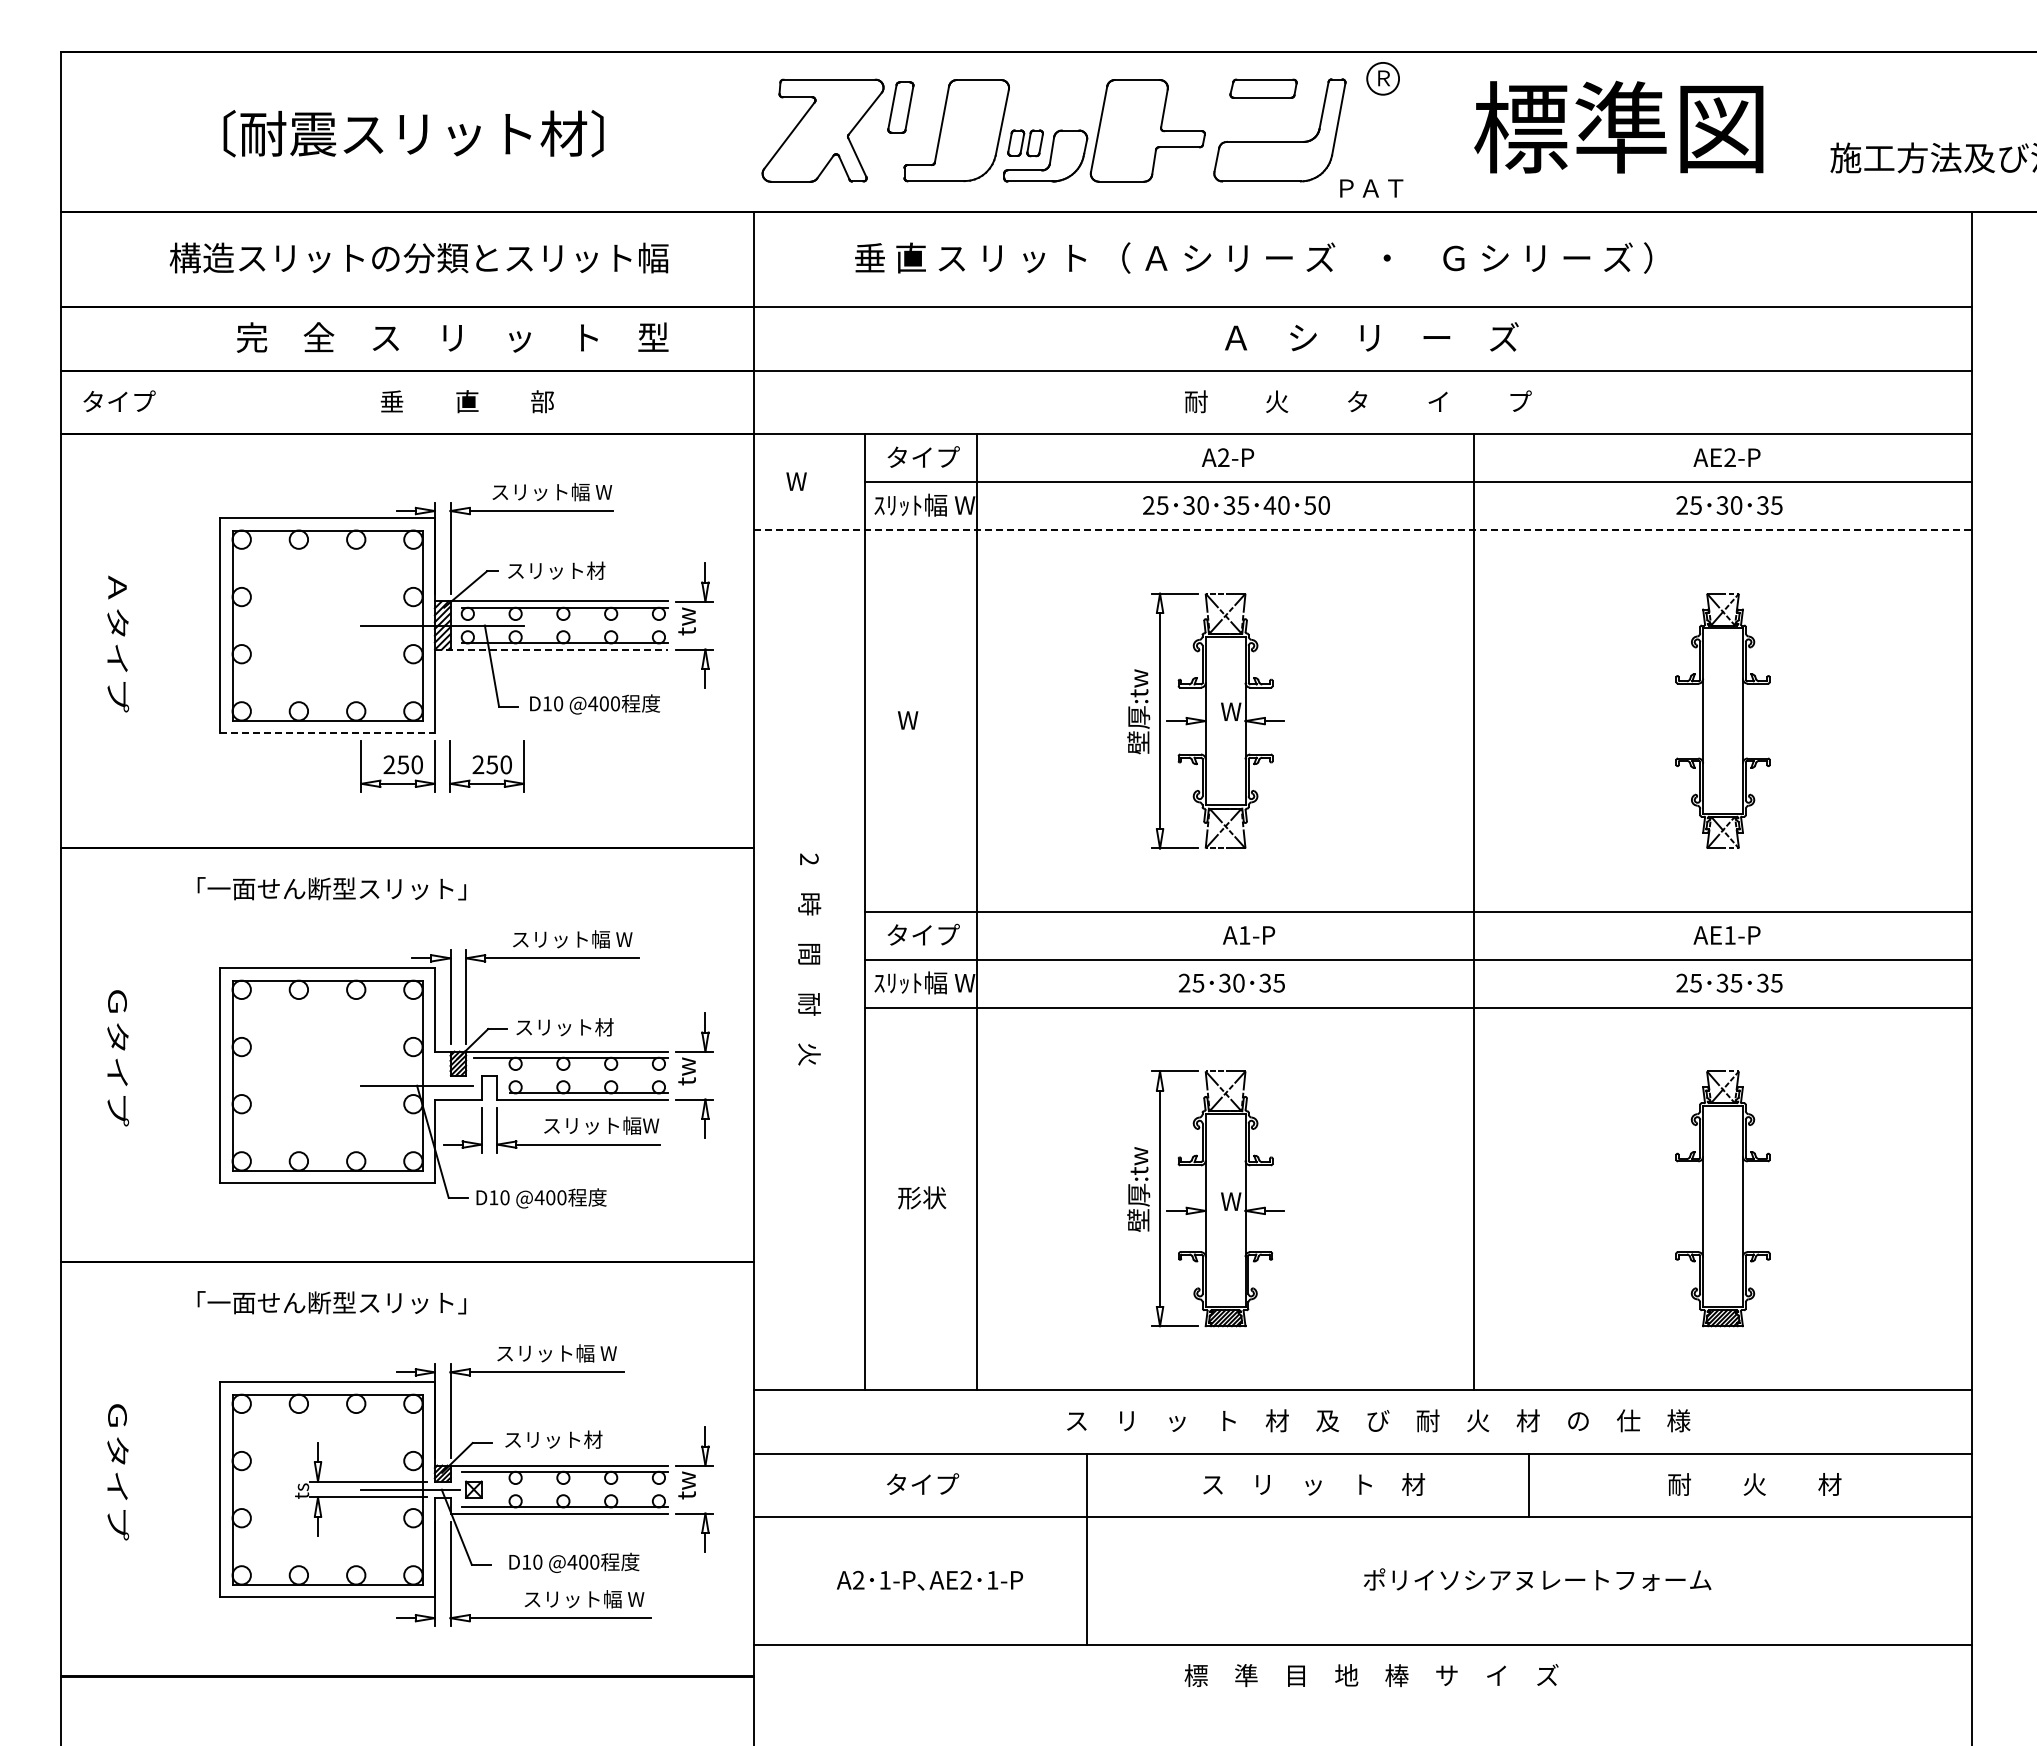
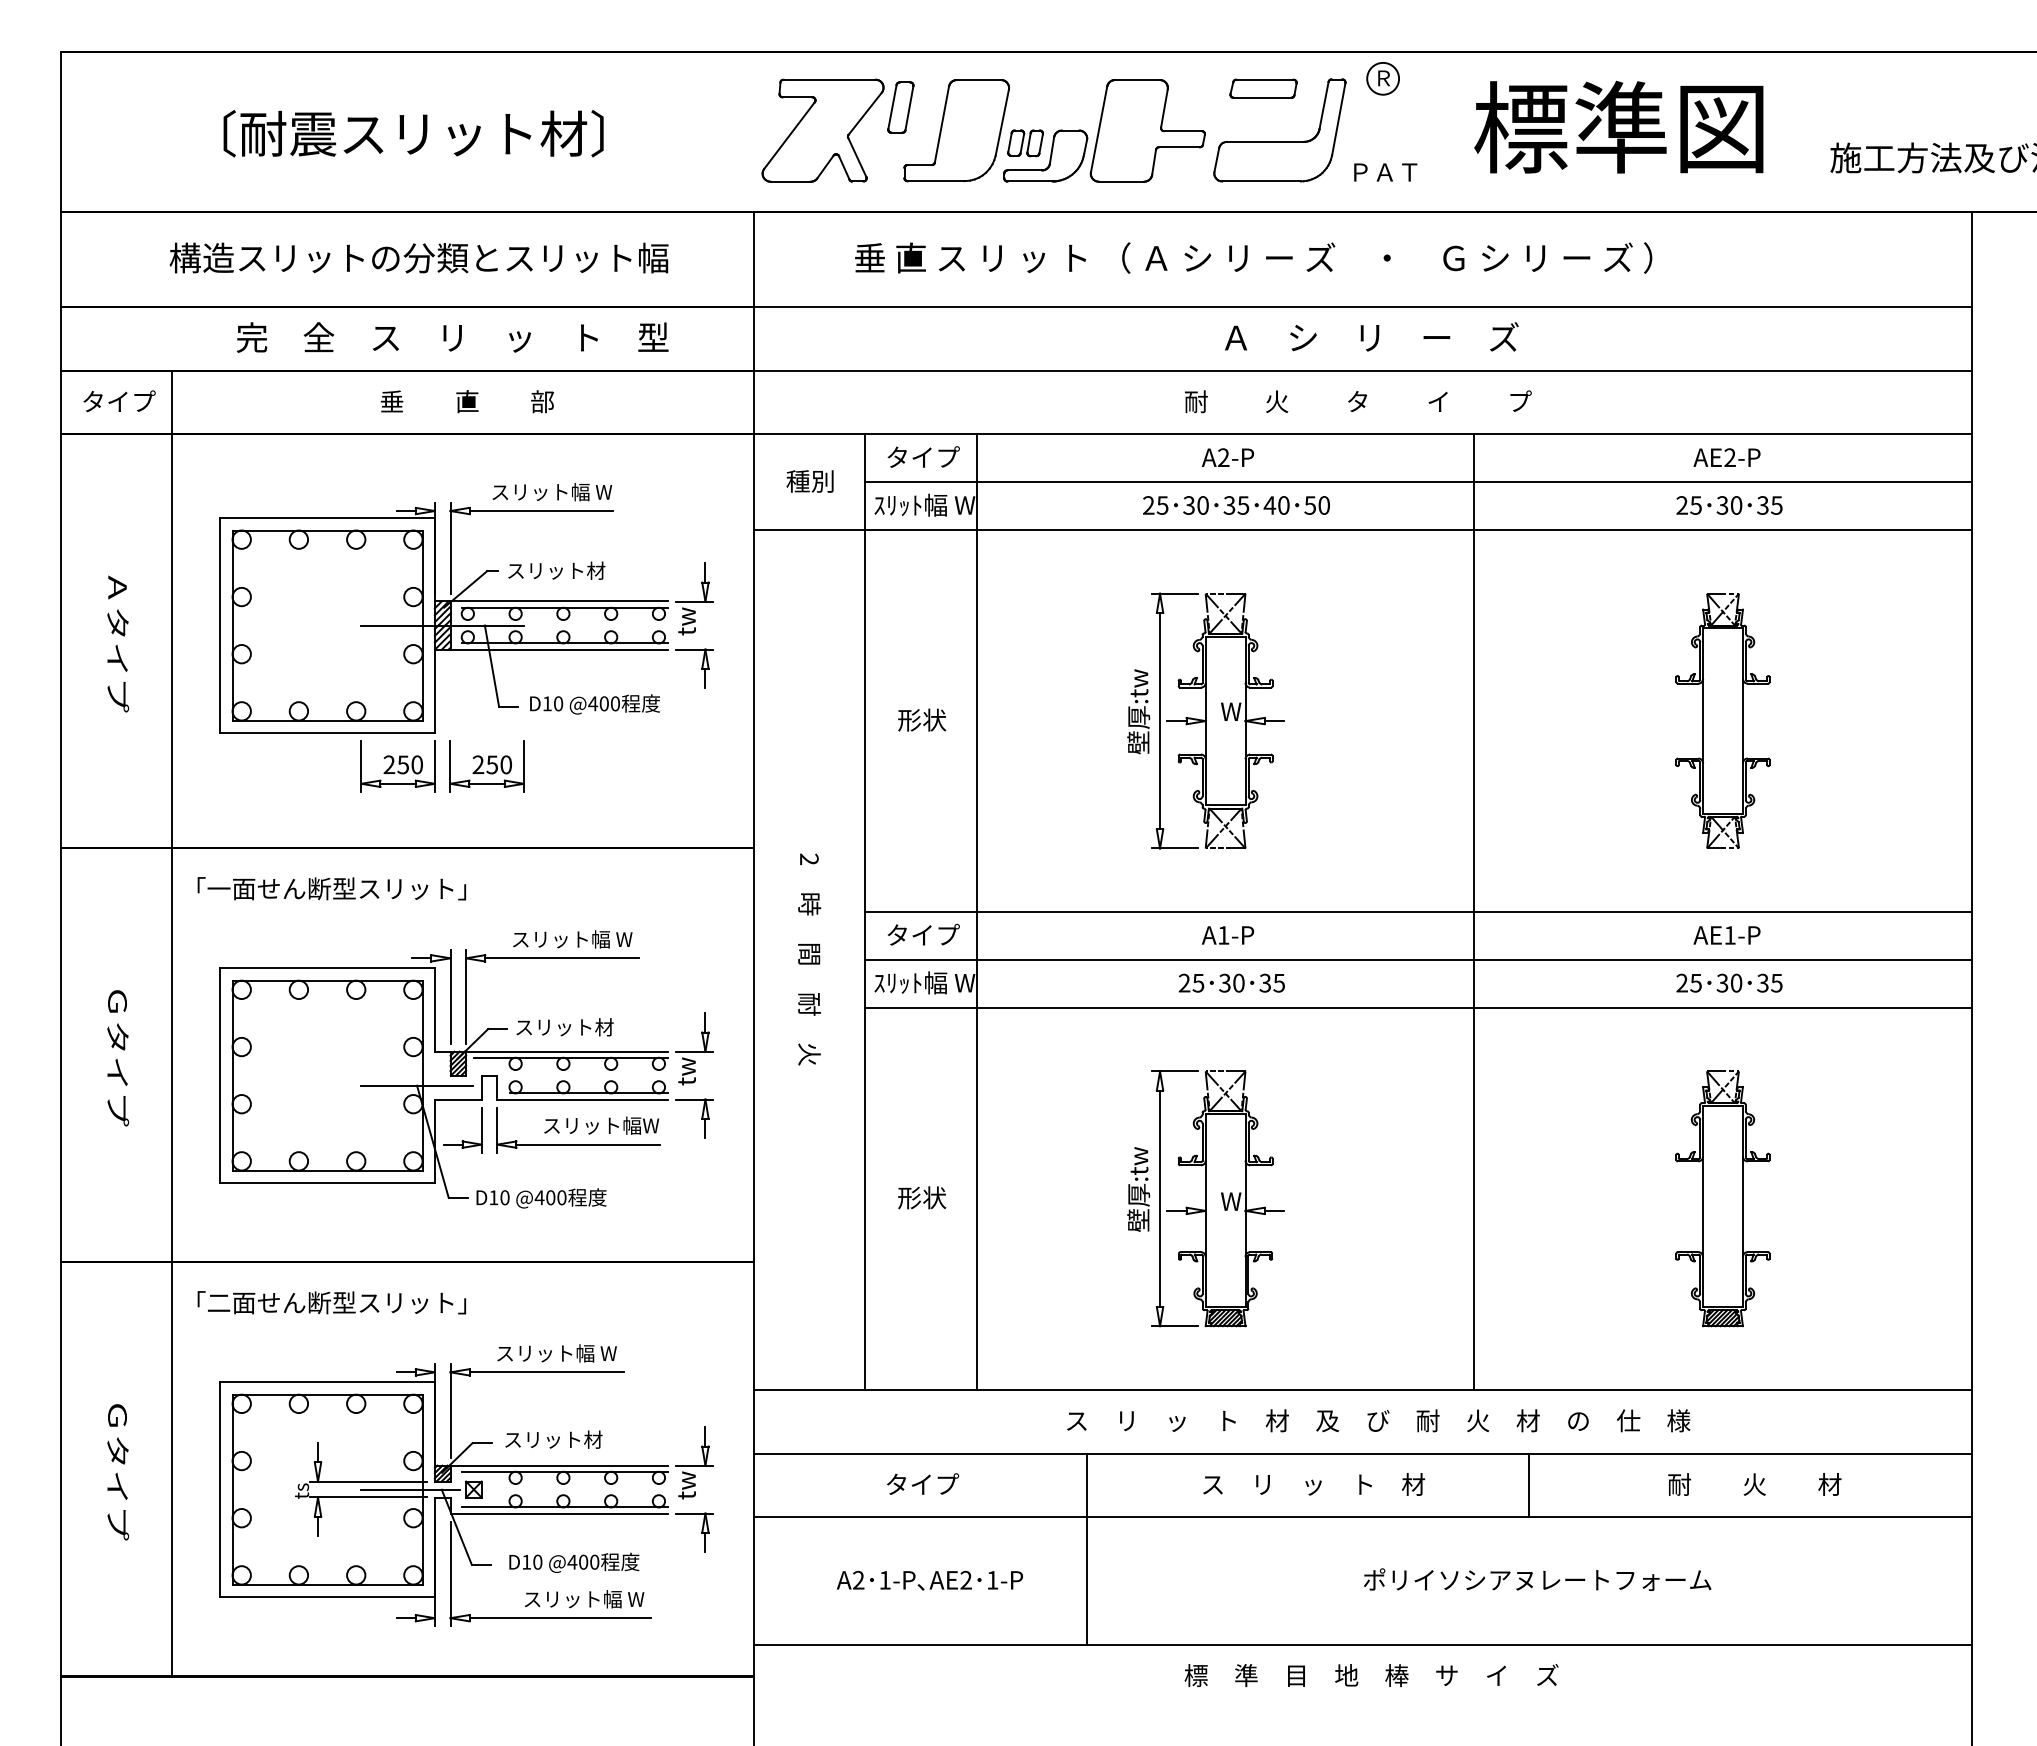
text at (1371, 188) position: (1371, 188) -> (1385, 172)
text at (809, 481): W -> 種別
line at (1363, 530): dashed -> solid
line at (551, 649): dashed -> solid
text at (921, 719): W -> 形状
line at (328, 732): dashed -> solid
text at (1249, 935) position: (1249, 935) -> (1228, 935)
text at (1736, 982): 35 -> 30
line at (172, 1023): none -> present
text at (218, 1302): 「一面せん断型スリット」 -> 「二面せん断型スリット」
